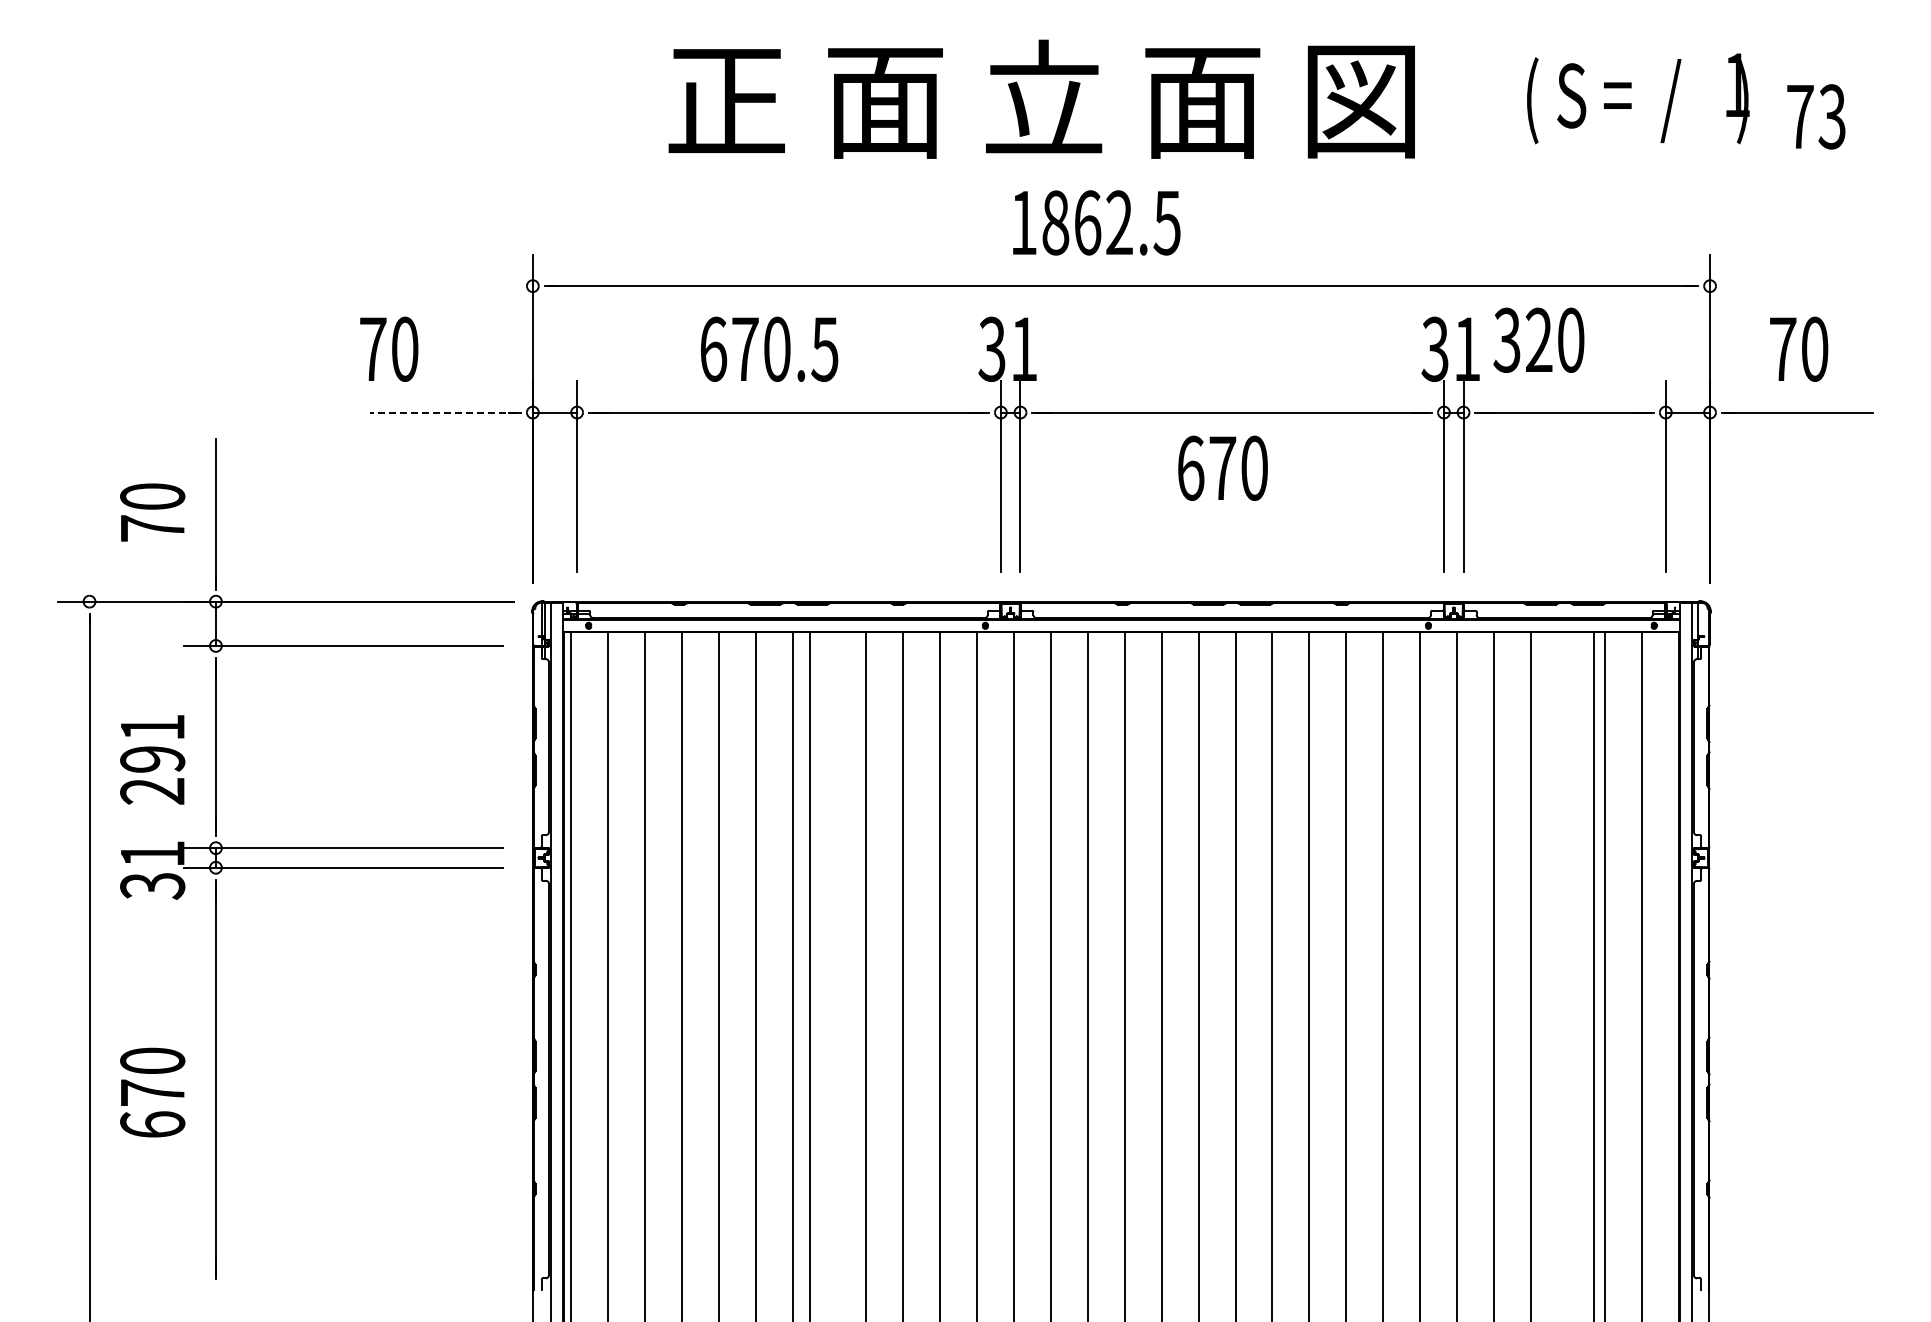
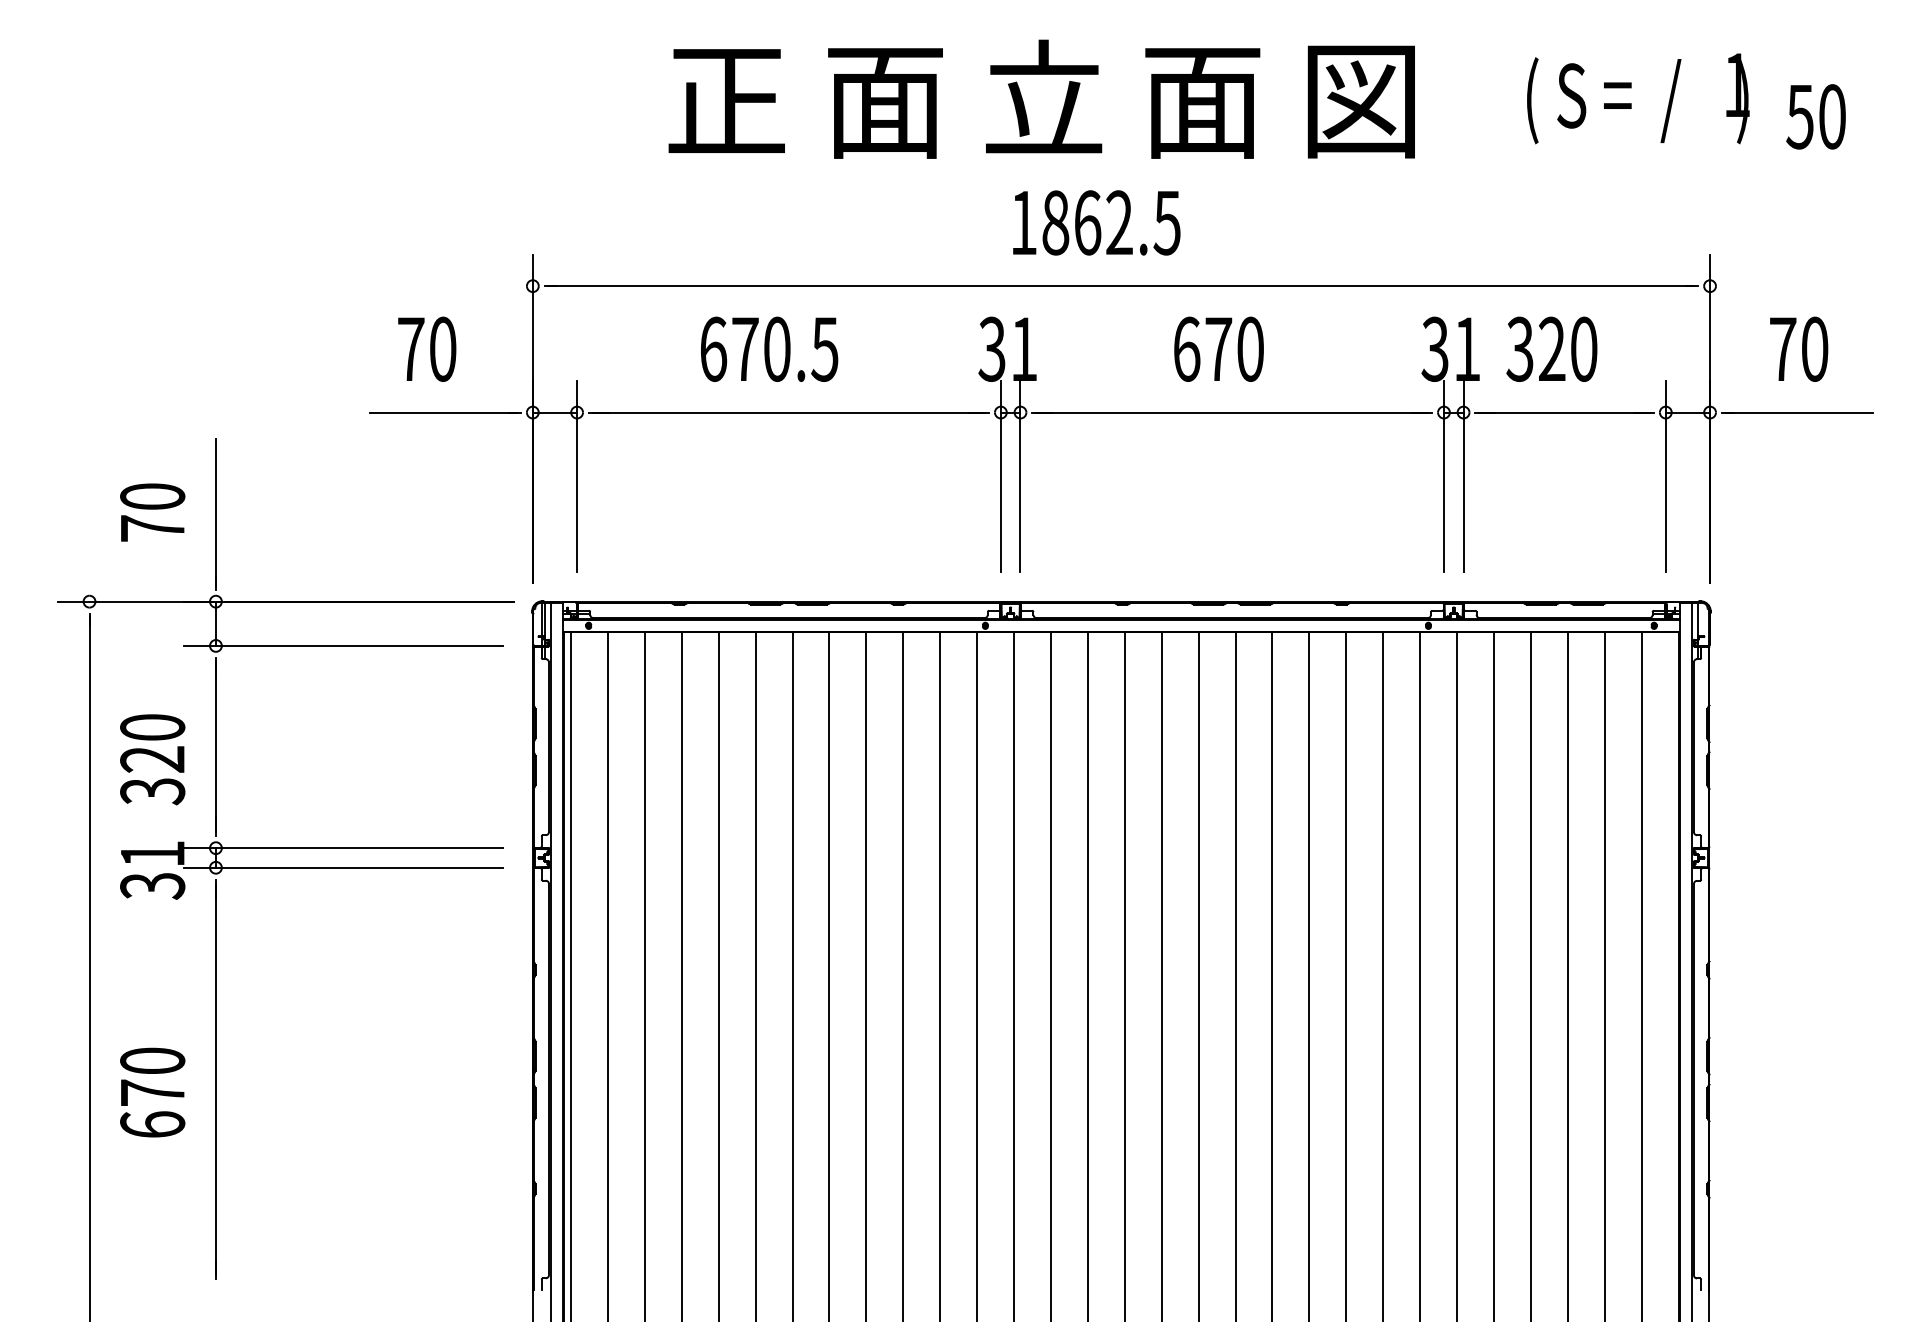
text at (1815, 116): 73 -> 50
text at (1538, 339) position: (1538, 339) -> (1551, 348)
text at (389, 348) position: (389, 348) -> (427, 348)
line at (443, 412): dashed -> solid
text at (1222, 467) position: (1222, 467) -> (1218, 348)
text at (152, 759): 291 -> 320
line at (810, 975) position: (810, 975) -> (829, 975)
line at (1593, 975) position: (1593, 975) -> (1567, 975)
